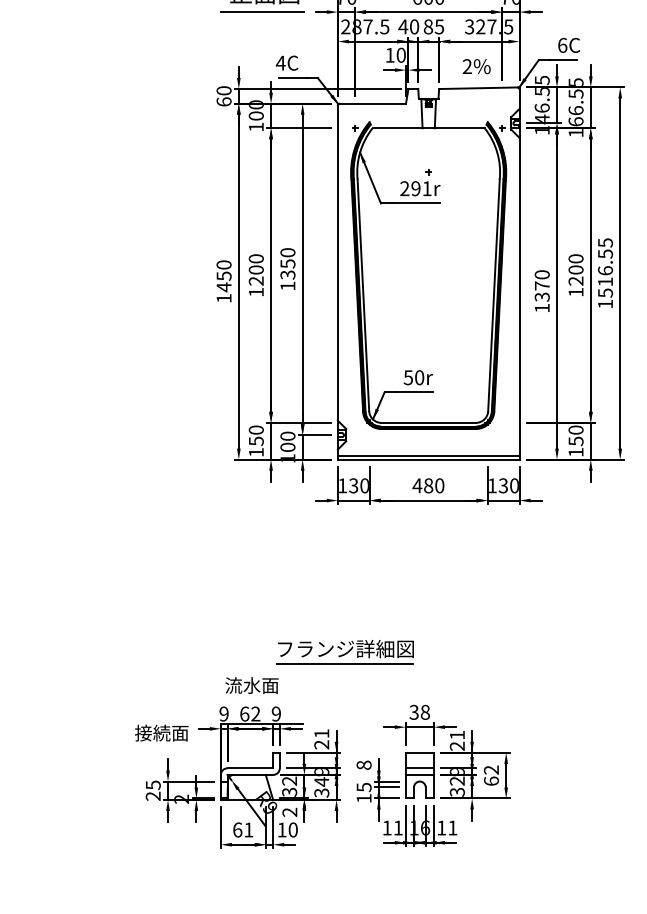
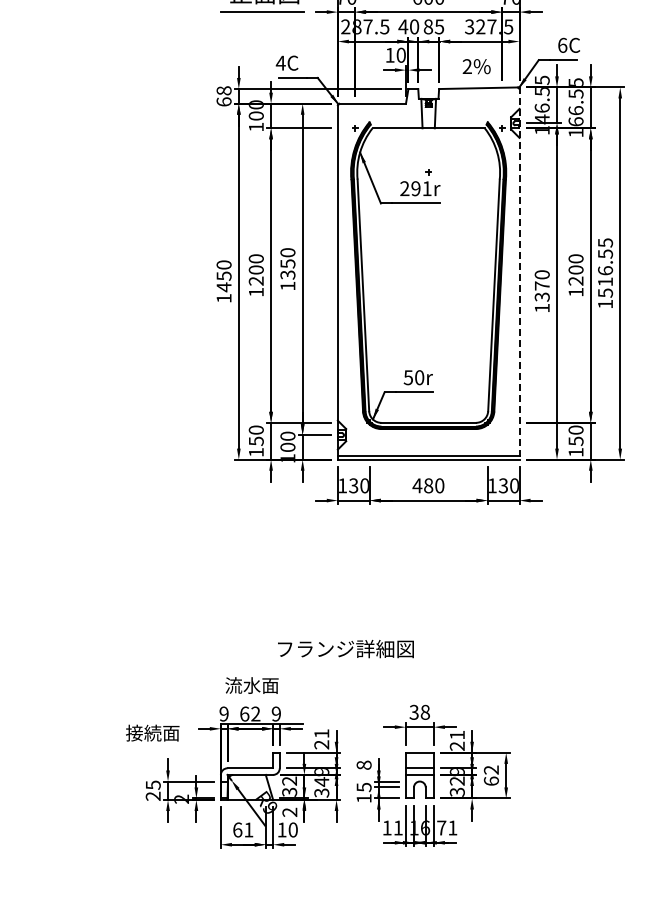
text at (224, 90): 60 -> 68
line at (519, 274): solid -> dashed
line at (344, 663): present -> none
text at (161, 732) position: (161, 732) -> (152, 732)
text at (441, 827): 11 -> 71
